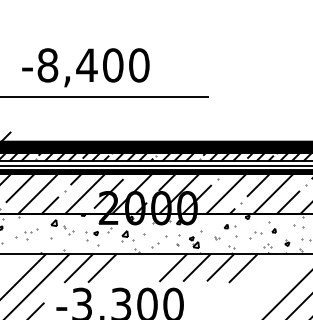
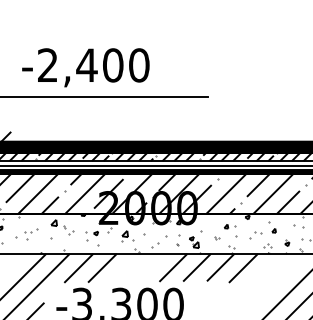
text at (47, 65): -8,400 -> -2,400
